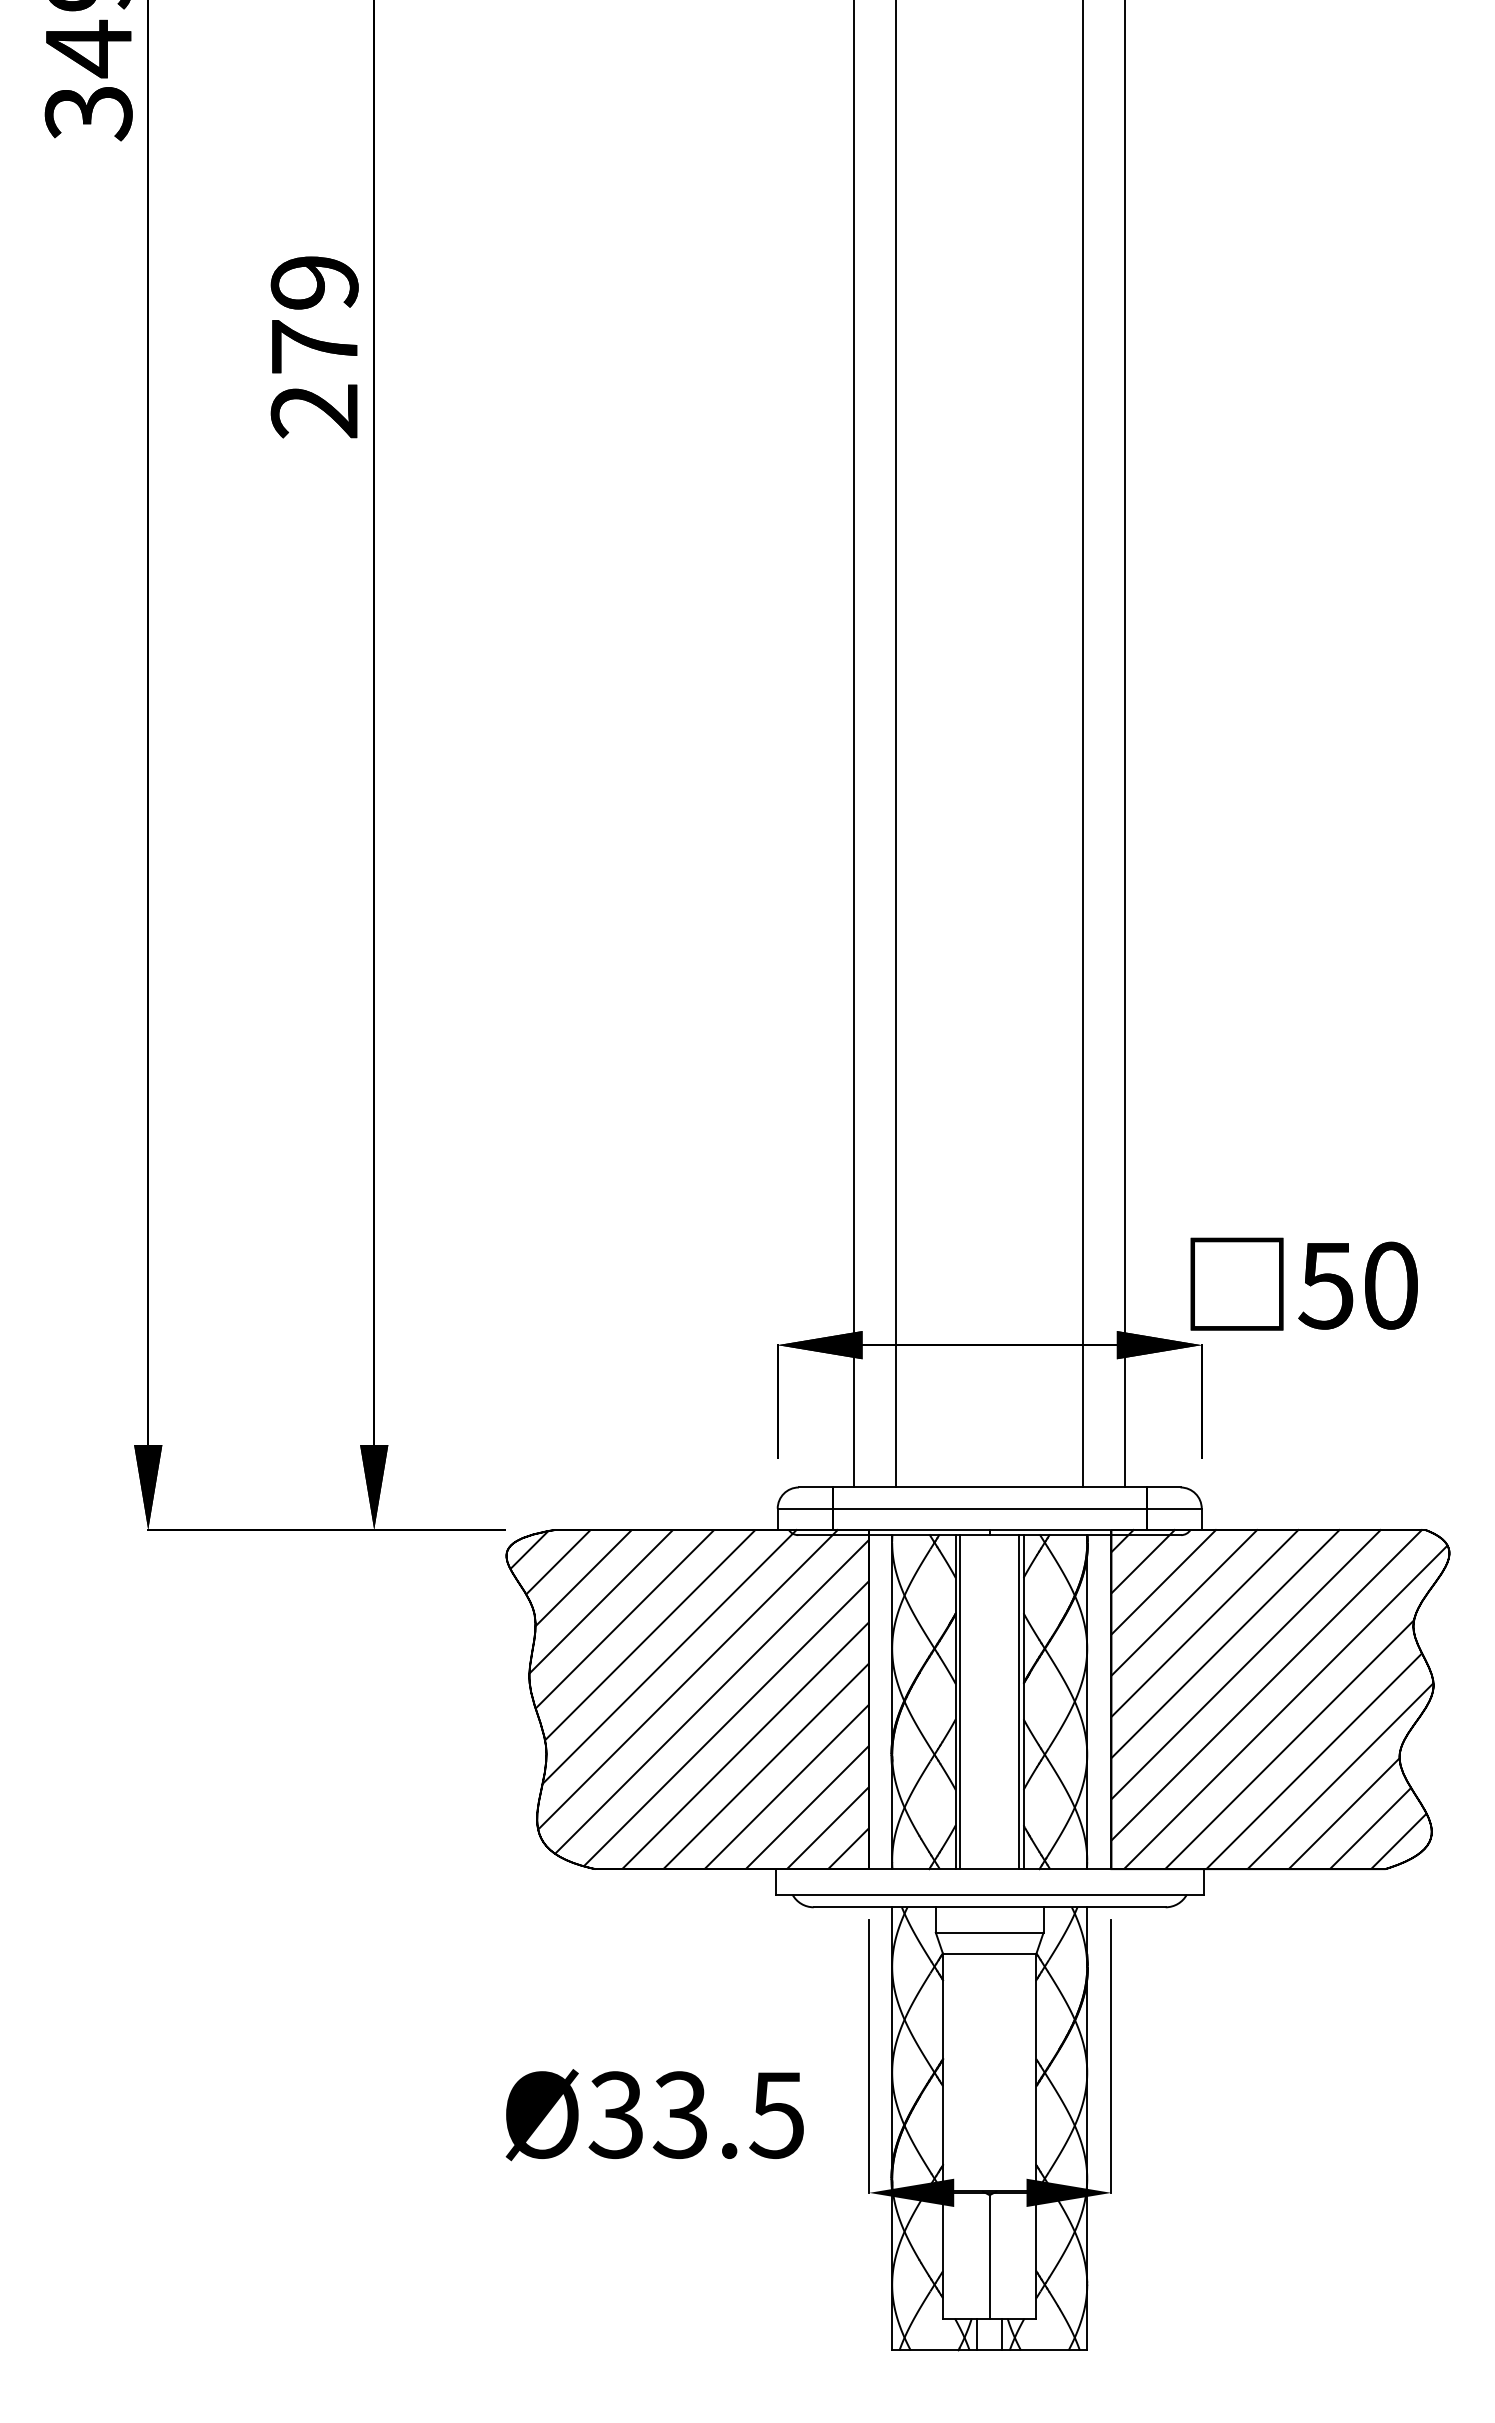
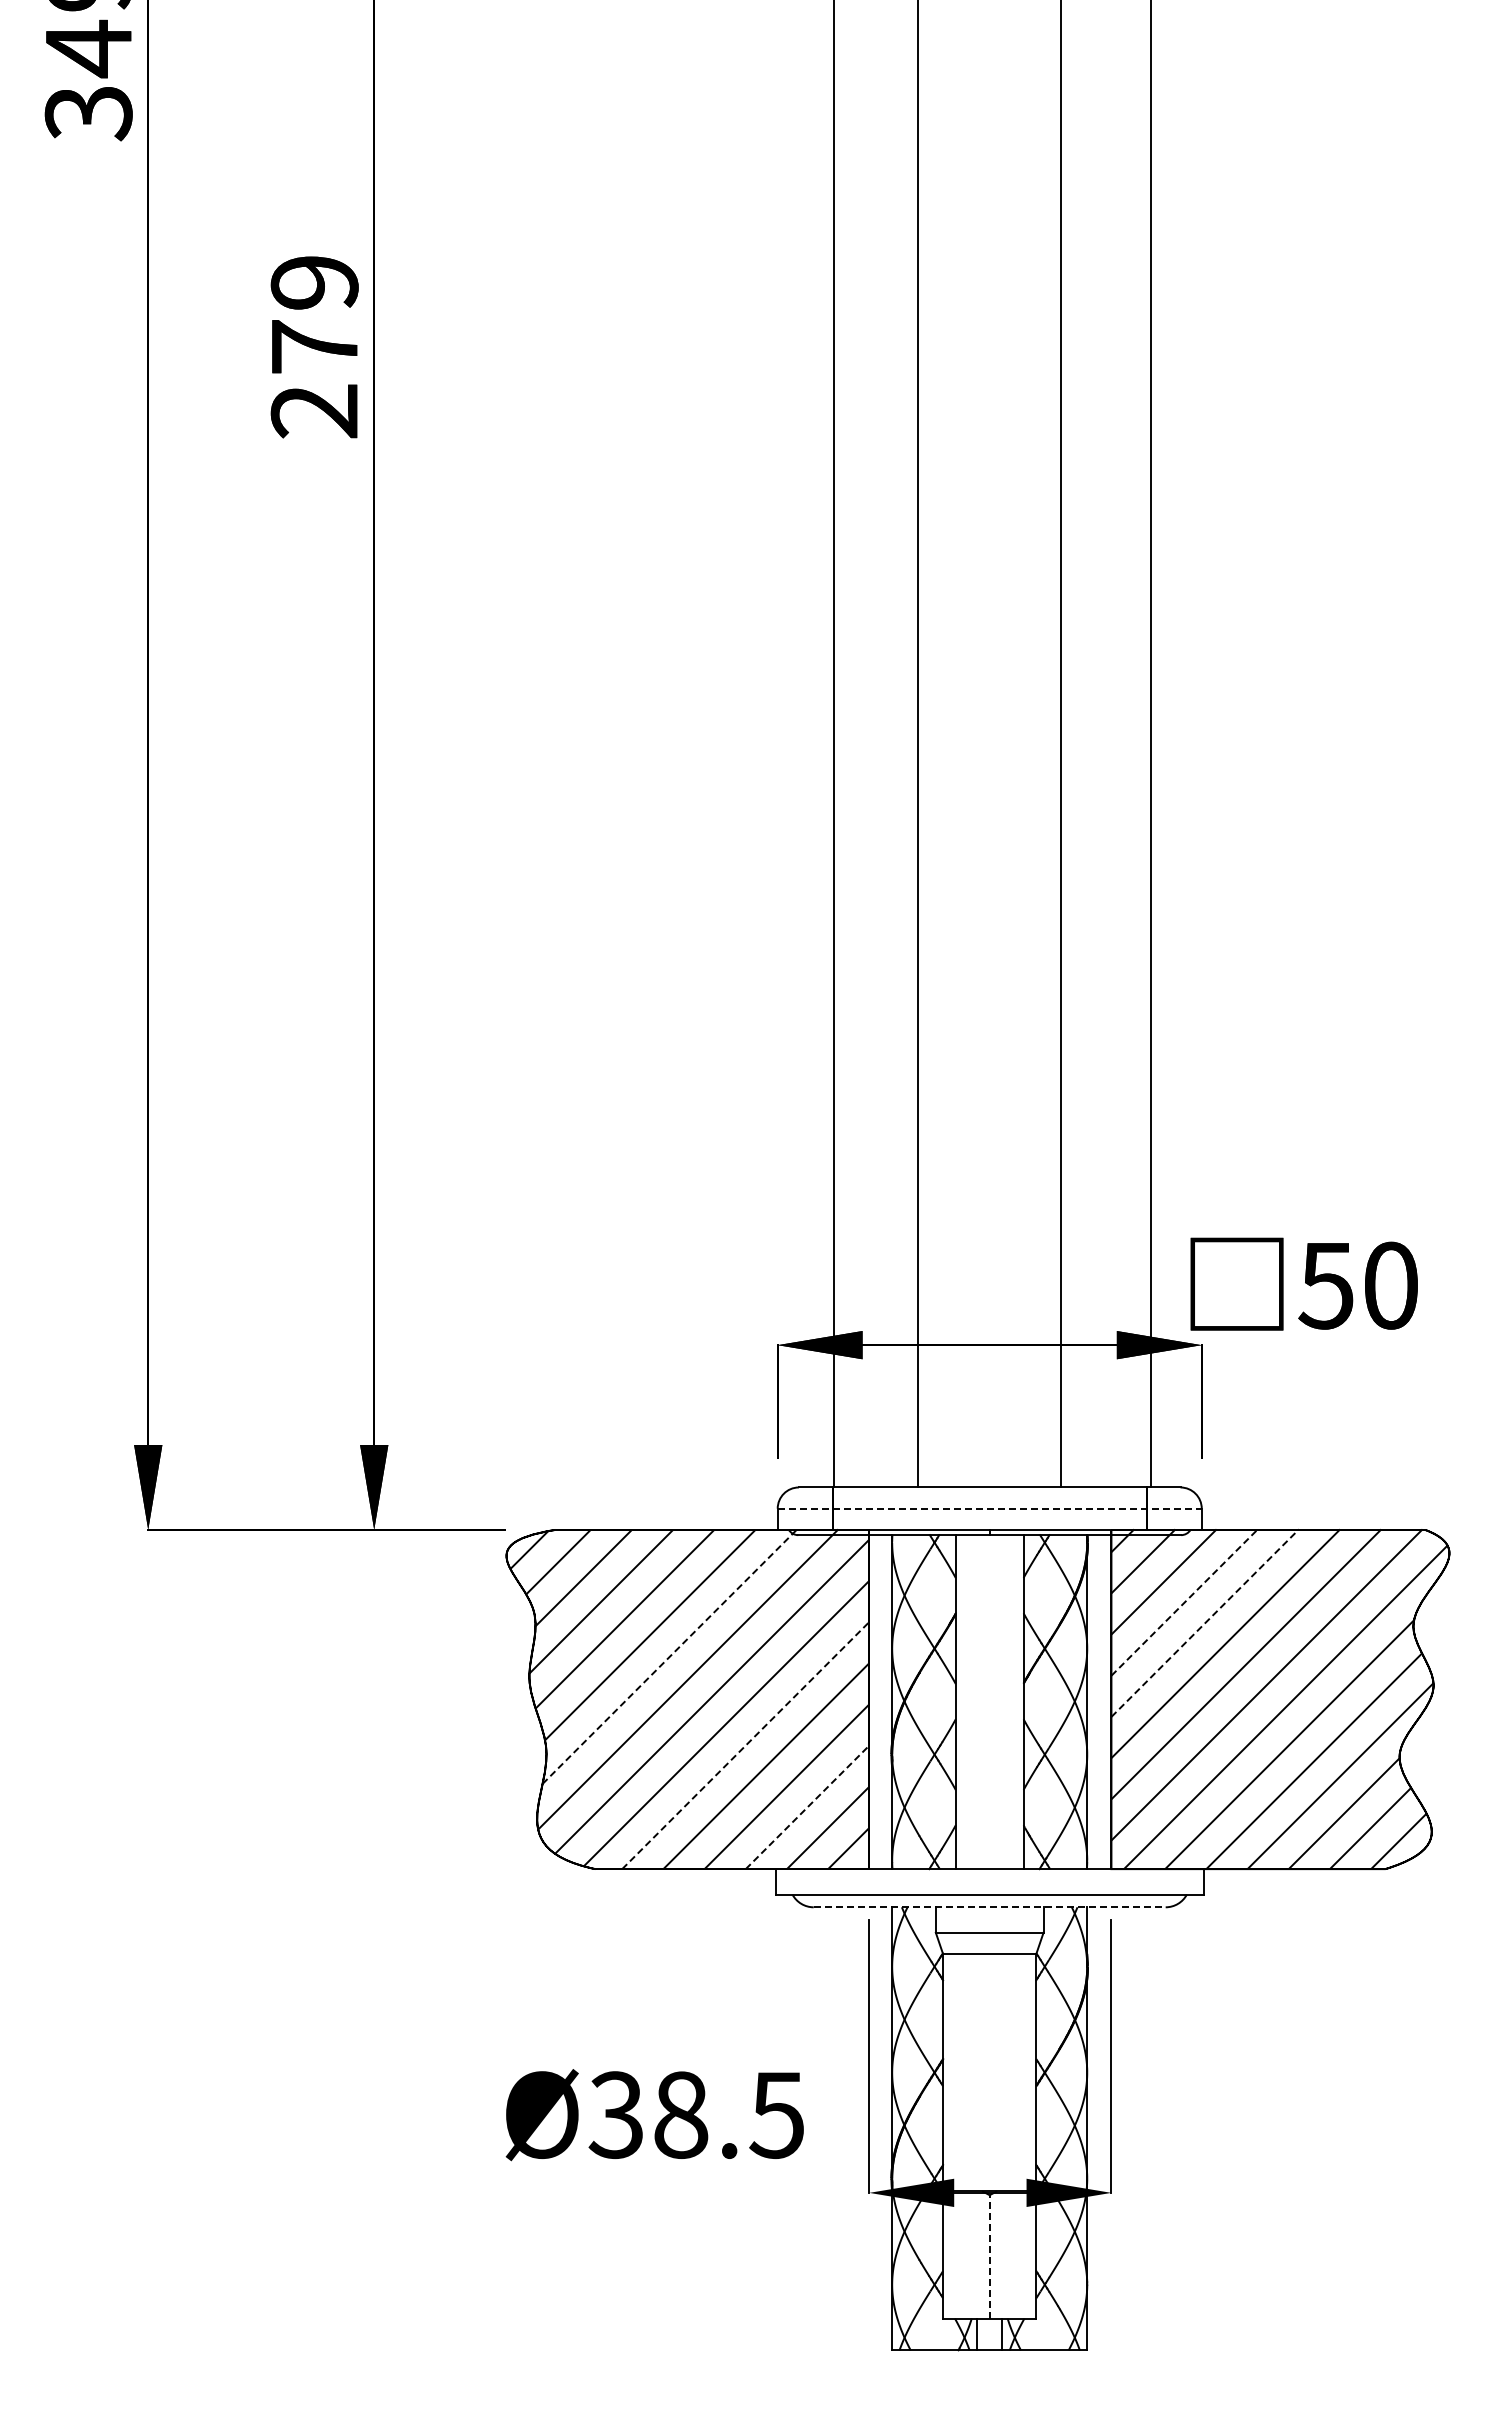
line at (854, 744) position: (854, 744) -> (834, 744)
line at (896, 744) position: (896, 744) -> (918, 744)
line at (1083, 744) position: (1083, 744) -> (1061, 744)
line at (1125, 744) position: (1125, 744) -> (1151, 744)
line at (990, 1508): solid -> dashed
line at (1184, 1602): solid -> dashed
line at (1205, 1623): solid -> dashed
line at (670, 1656): solid -> dashed
line at (960, 1702): present -> none
line at (1019, 1702): present -> none
line at (745, 1745): solid -> dashed
line at (807, 1807): solid -> dashed
line at (989, 1907): solid -> dashed
text at (680, 2114): Ø33.5 -> Ø38.5
line at (989, 2256): solid -> dashed
